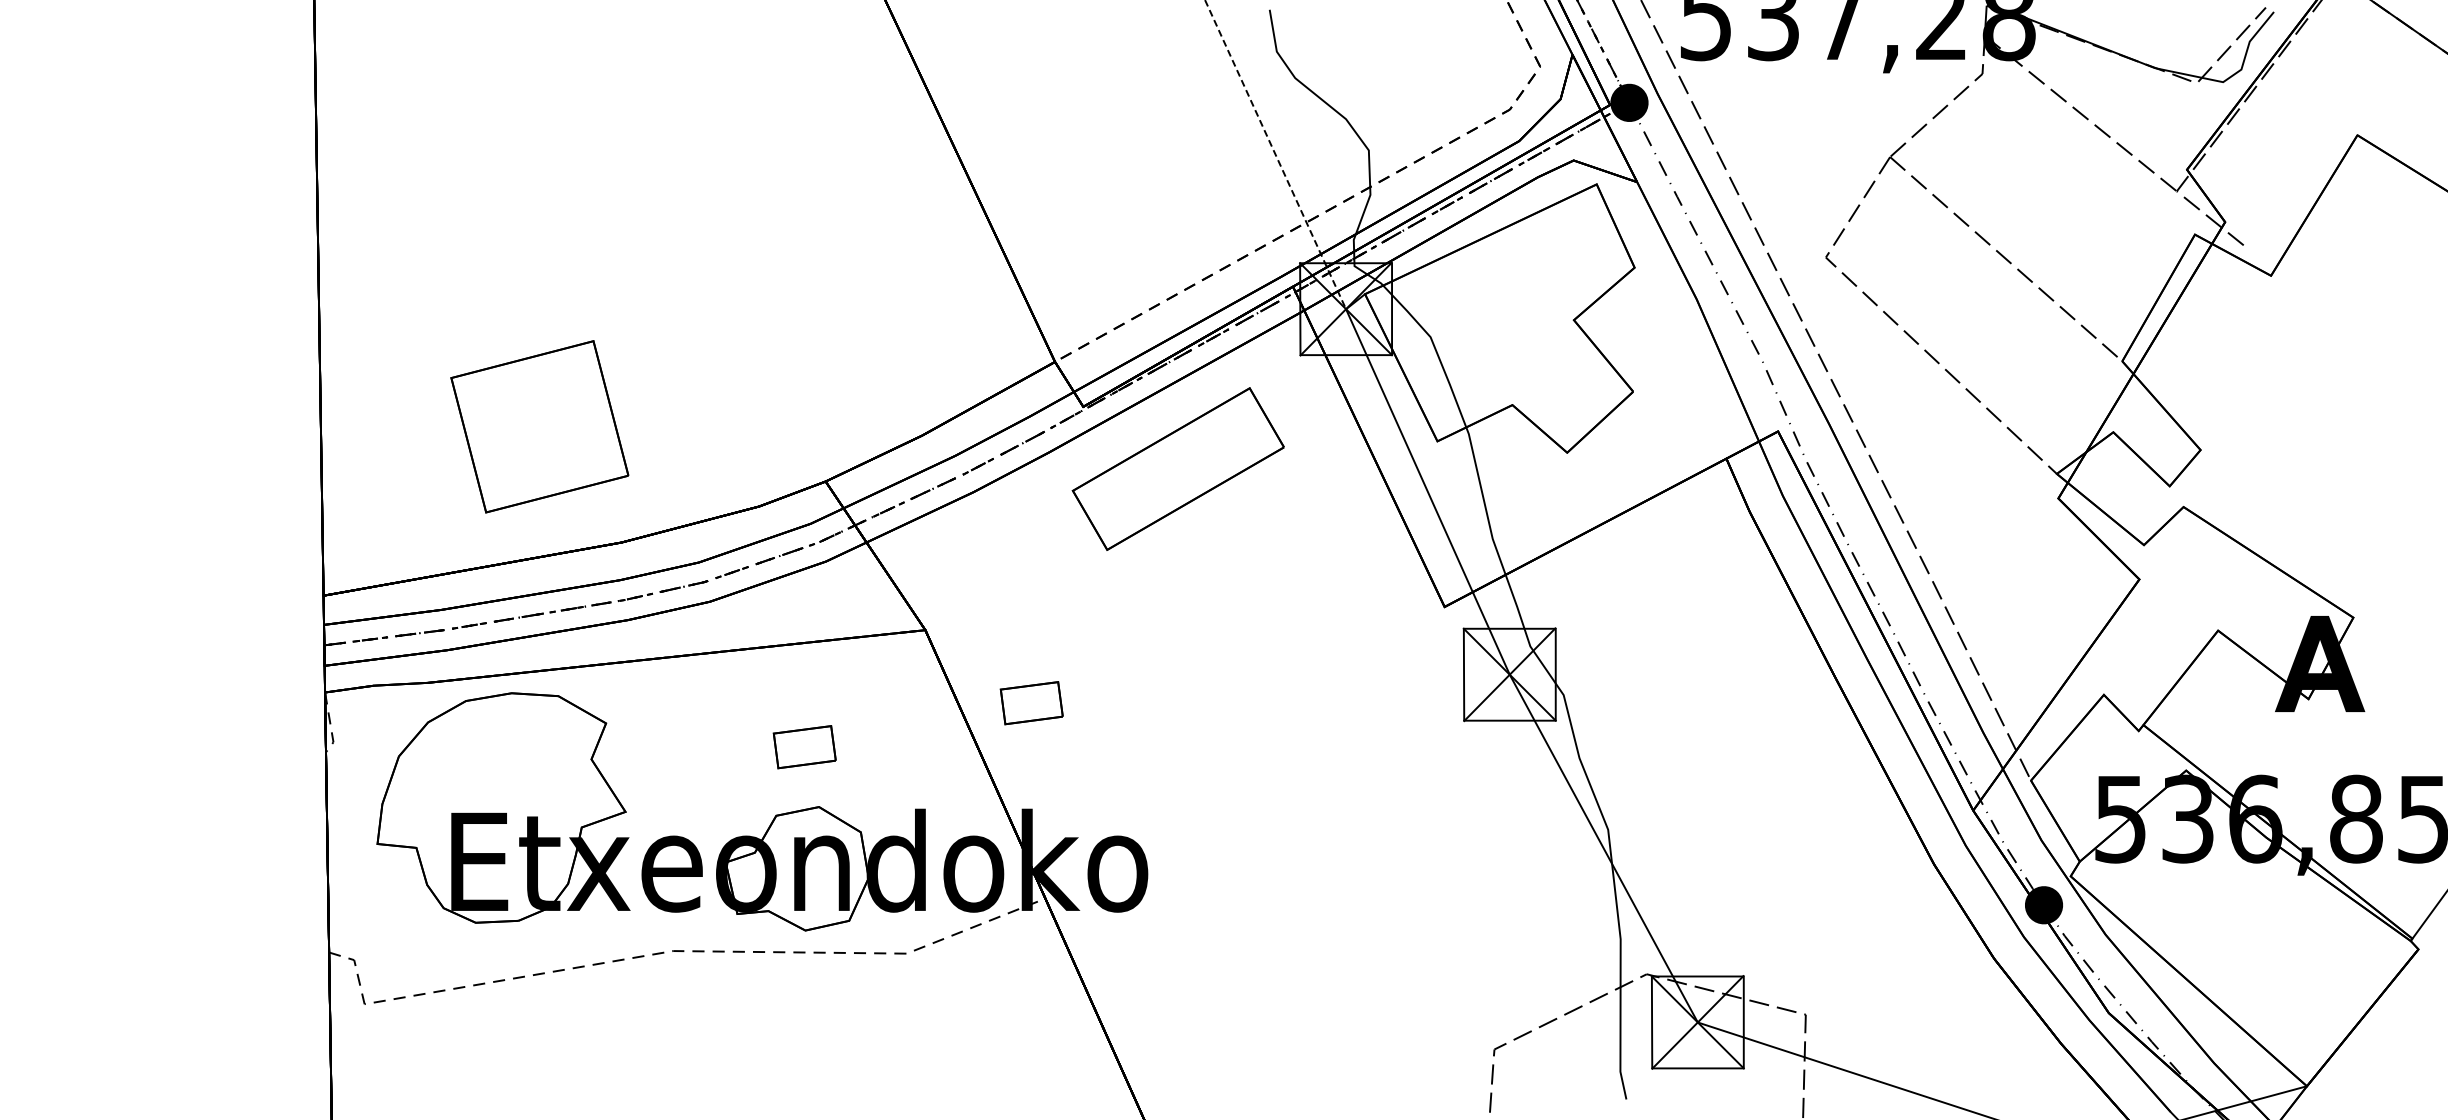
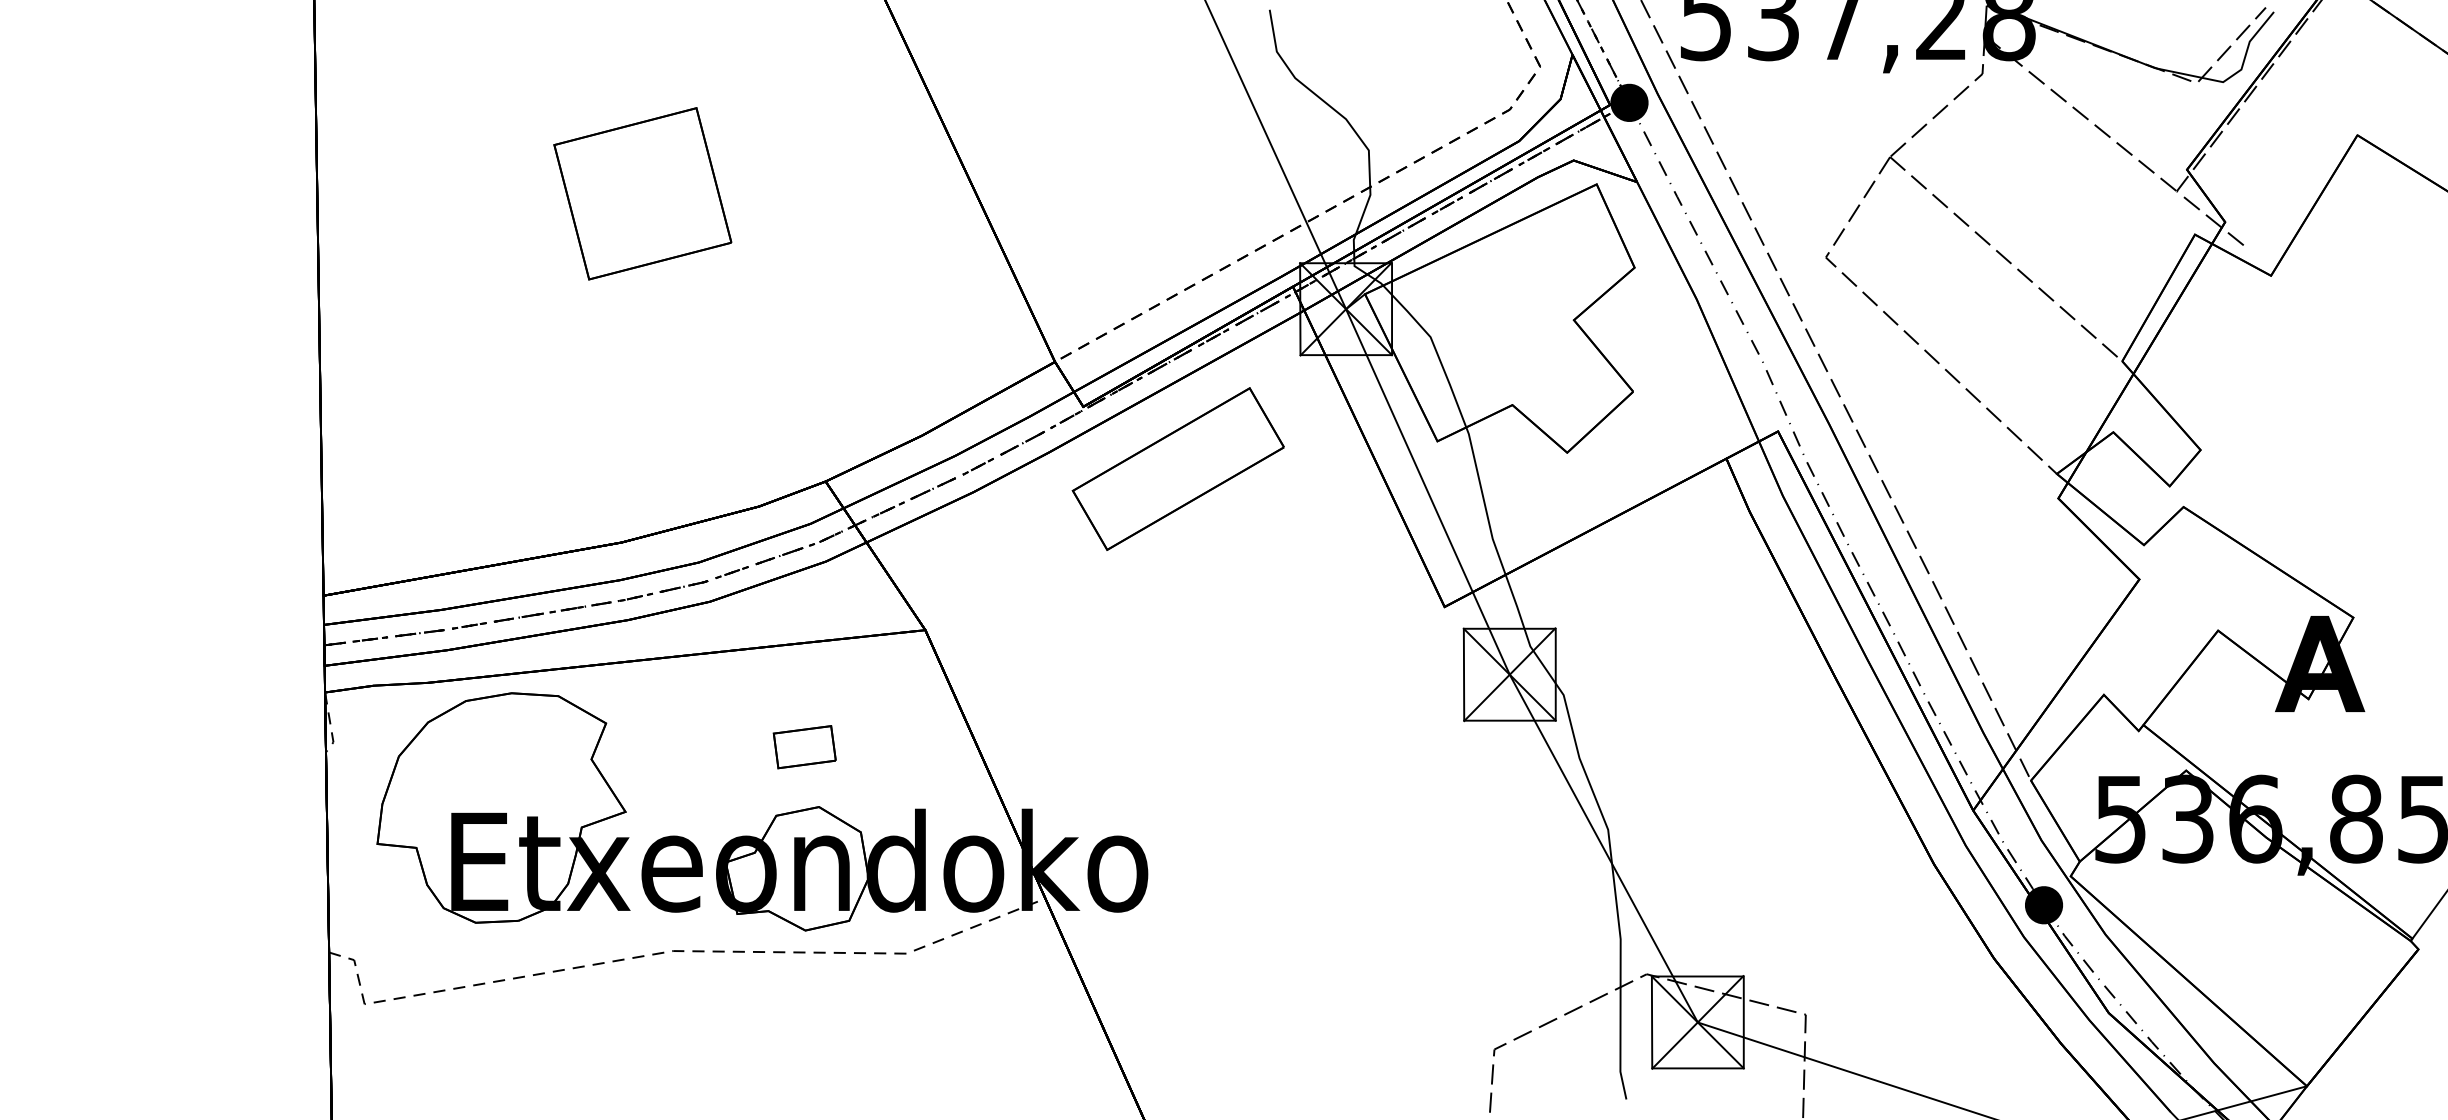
line at (1275, 154): dashed -> solid
part at (539, 426) position: (539, 426) -> (642, 193)
part at (1031, 703): present -> none
